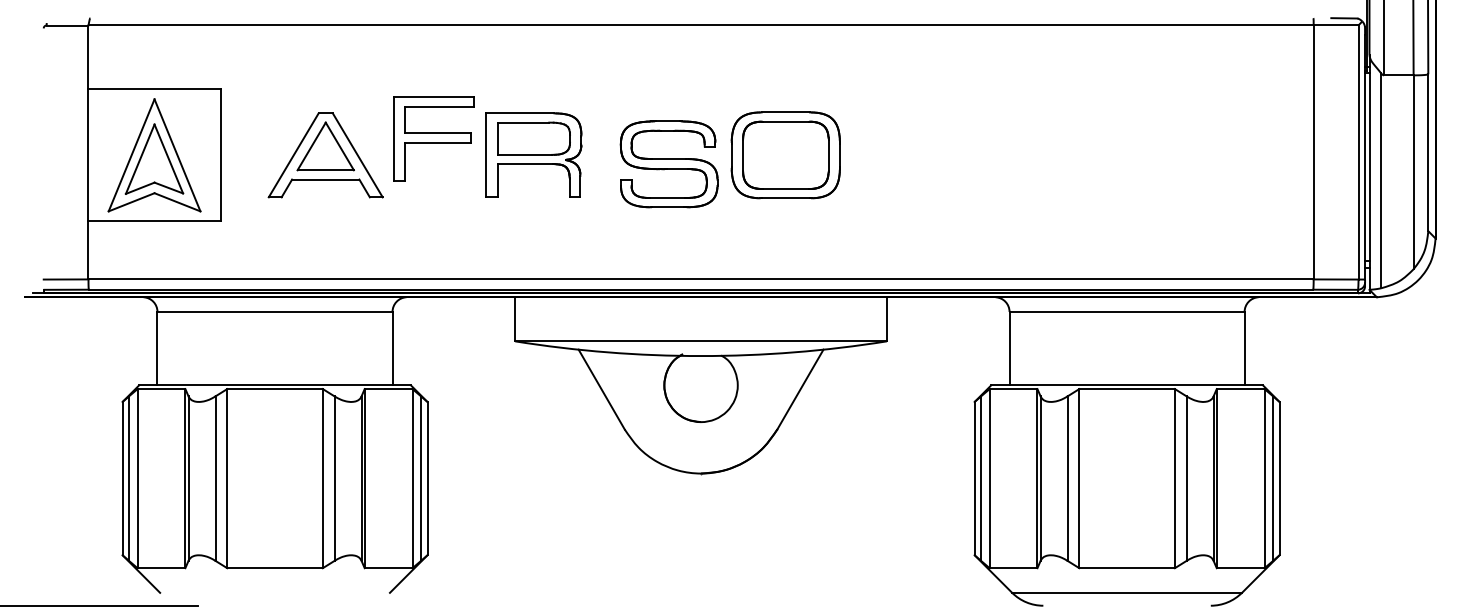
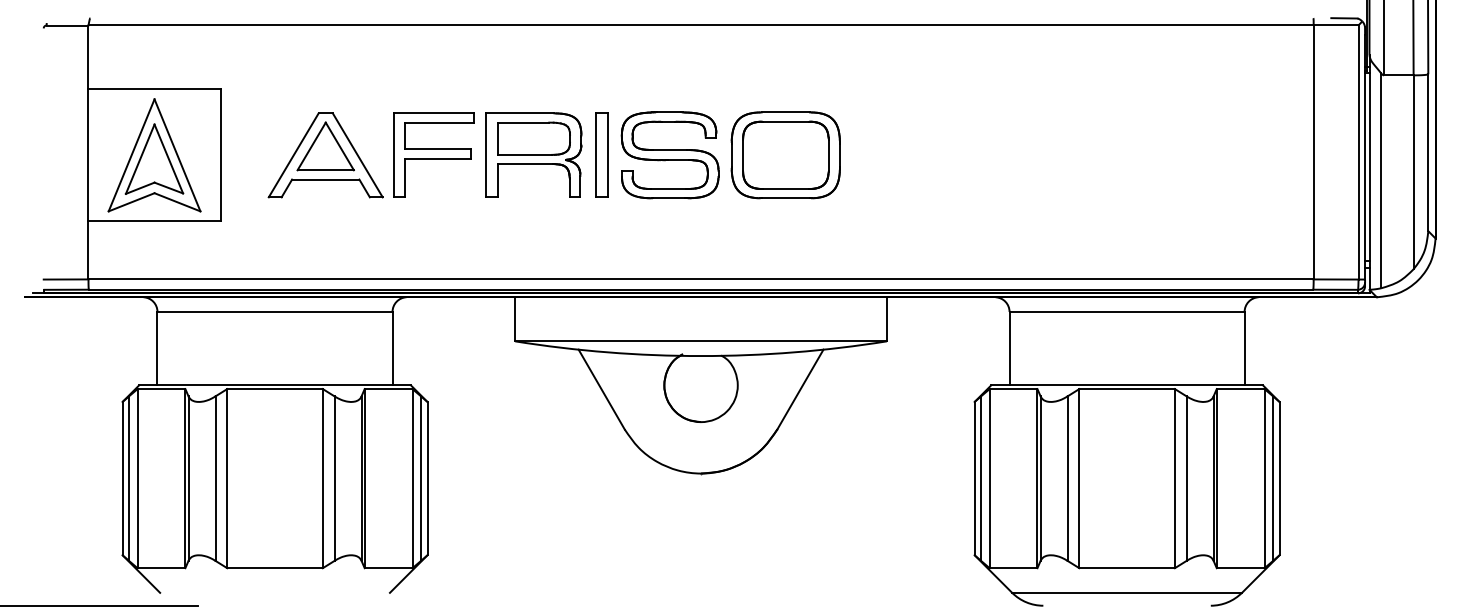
part at (433, 138) position: (433, 138) -> (433, 154)
part at (601, 154): none -> present
part at (668, 164) position: (668, 164) -> (669, 155)
